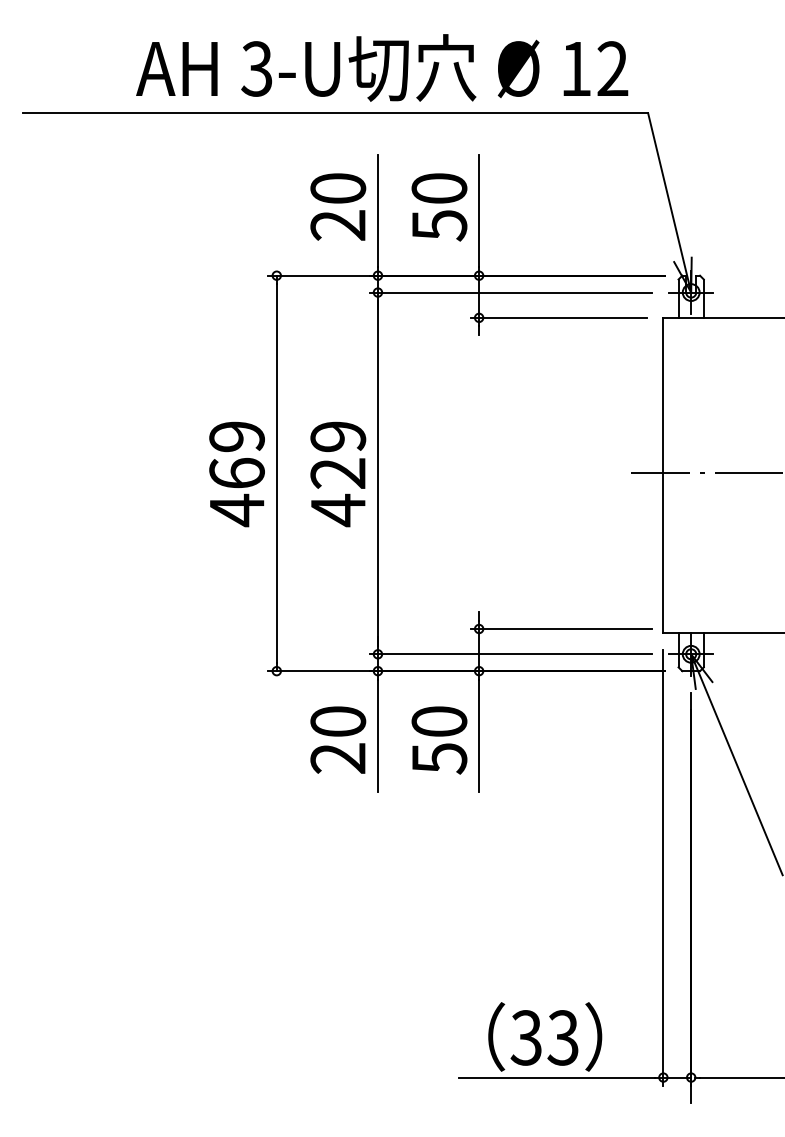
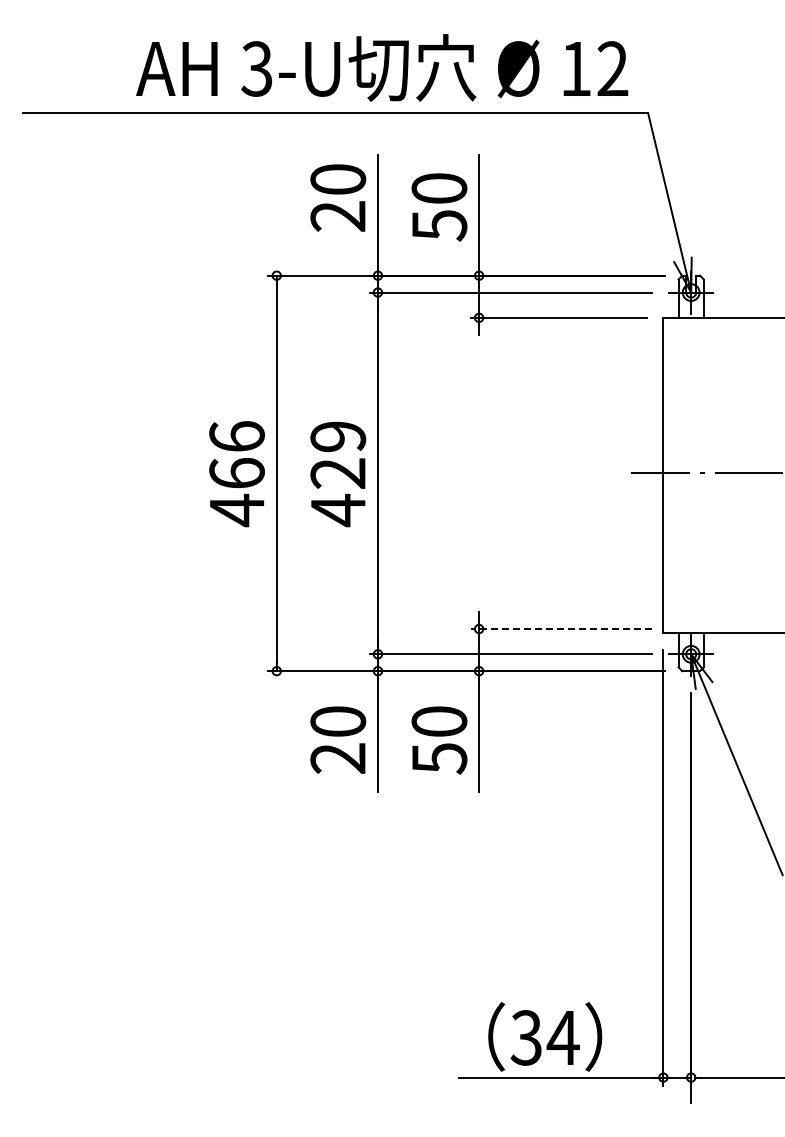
text at (338, 206) position: (338, 206) -> (338, 197)
text at (236, 436): 469 -> 466
line at (561, 629): solid -> dashed
text at (562, 1037): 33 -> 34
